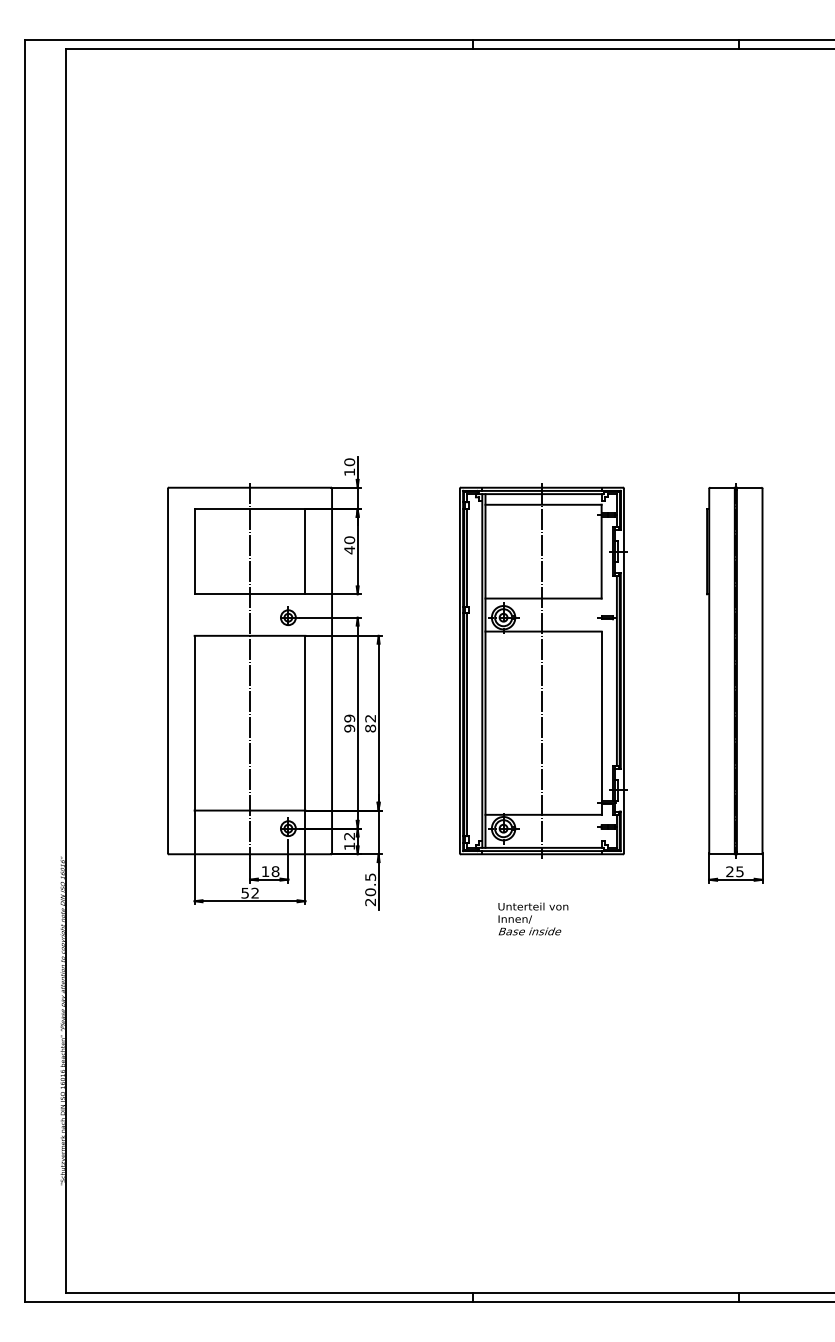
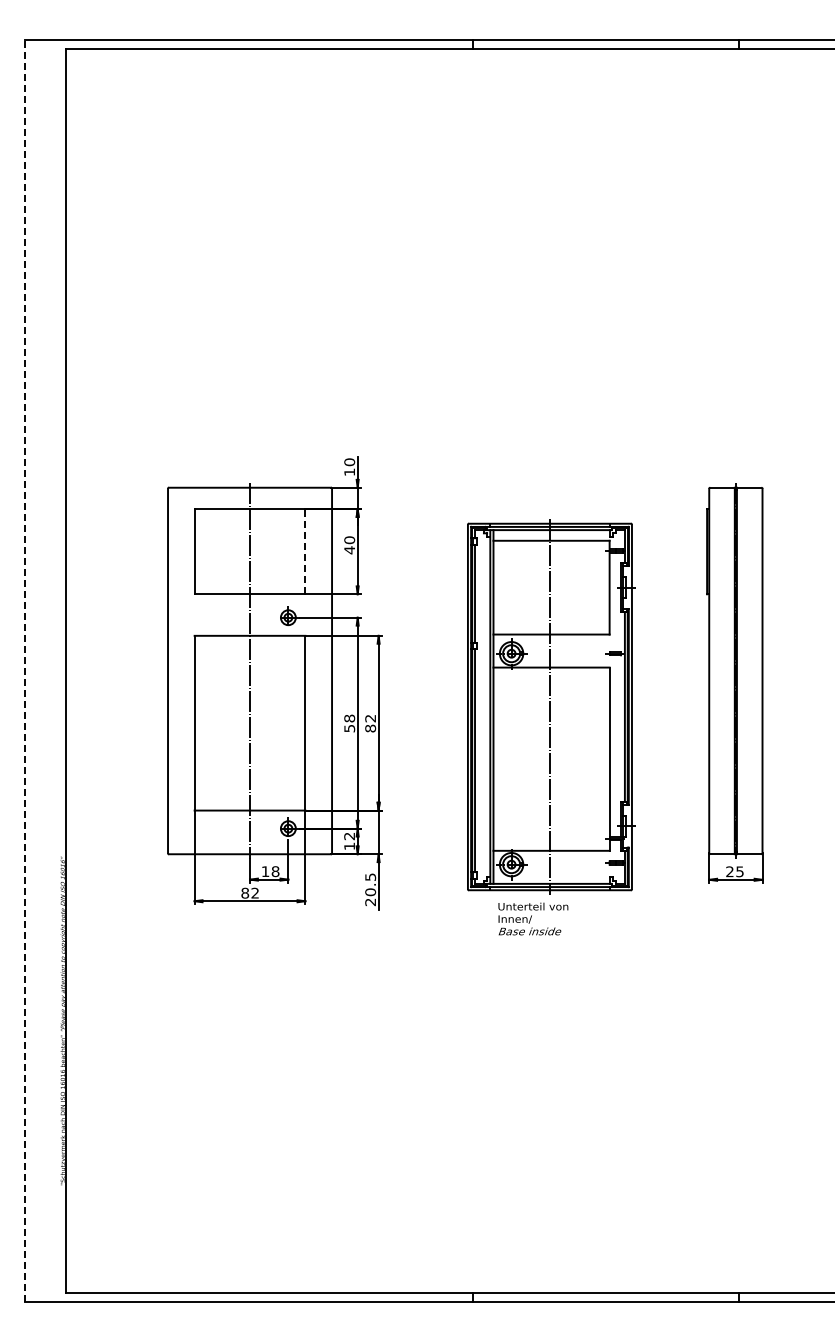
line at (305, 551): solid -> dashed
part at (543, 670) position: (543, 670) -> (551, 706)
line at (25, 671): solid -> dashed
text at (349, 723): 99 -> 58
text at (245, 892): 52 -> 82
